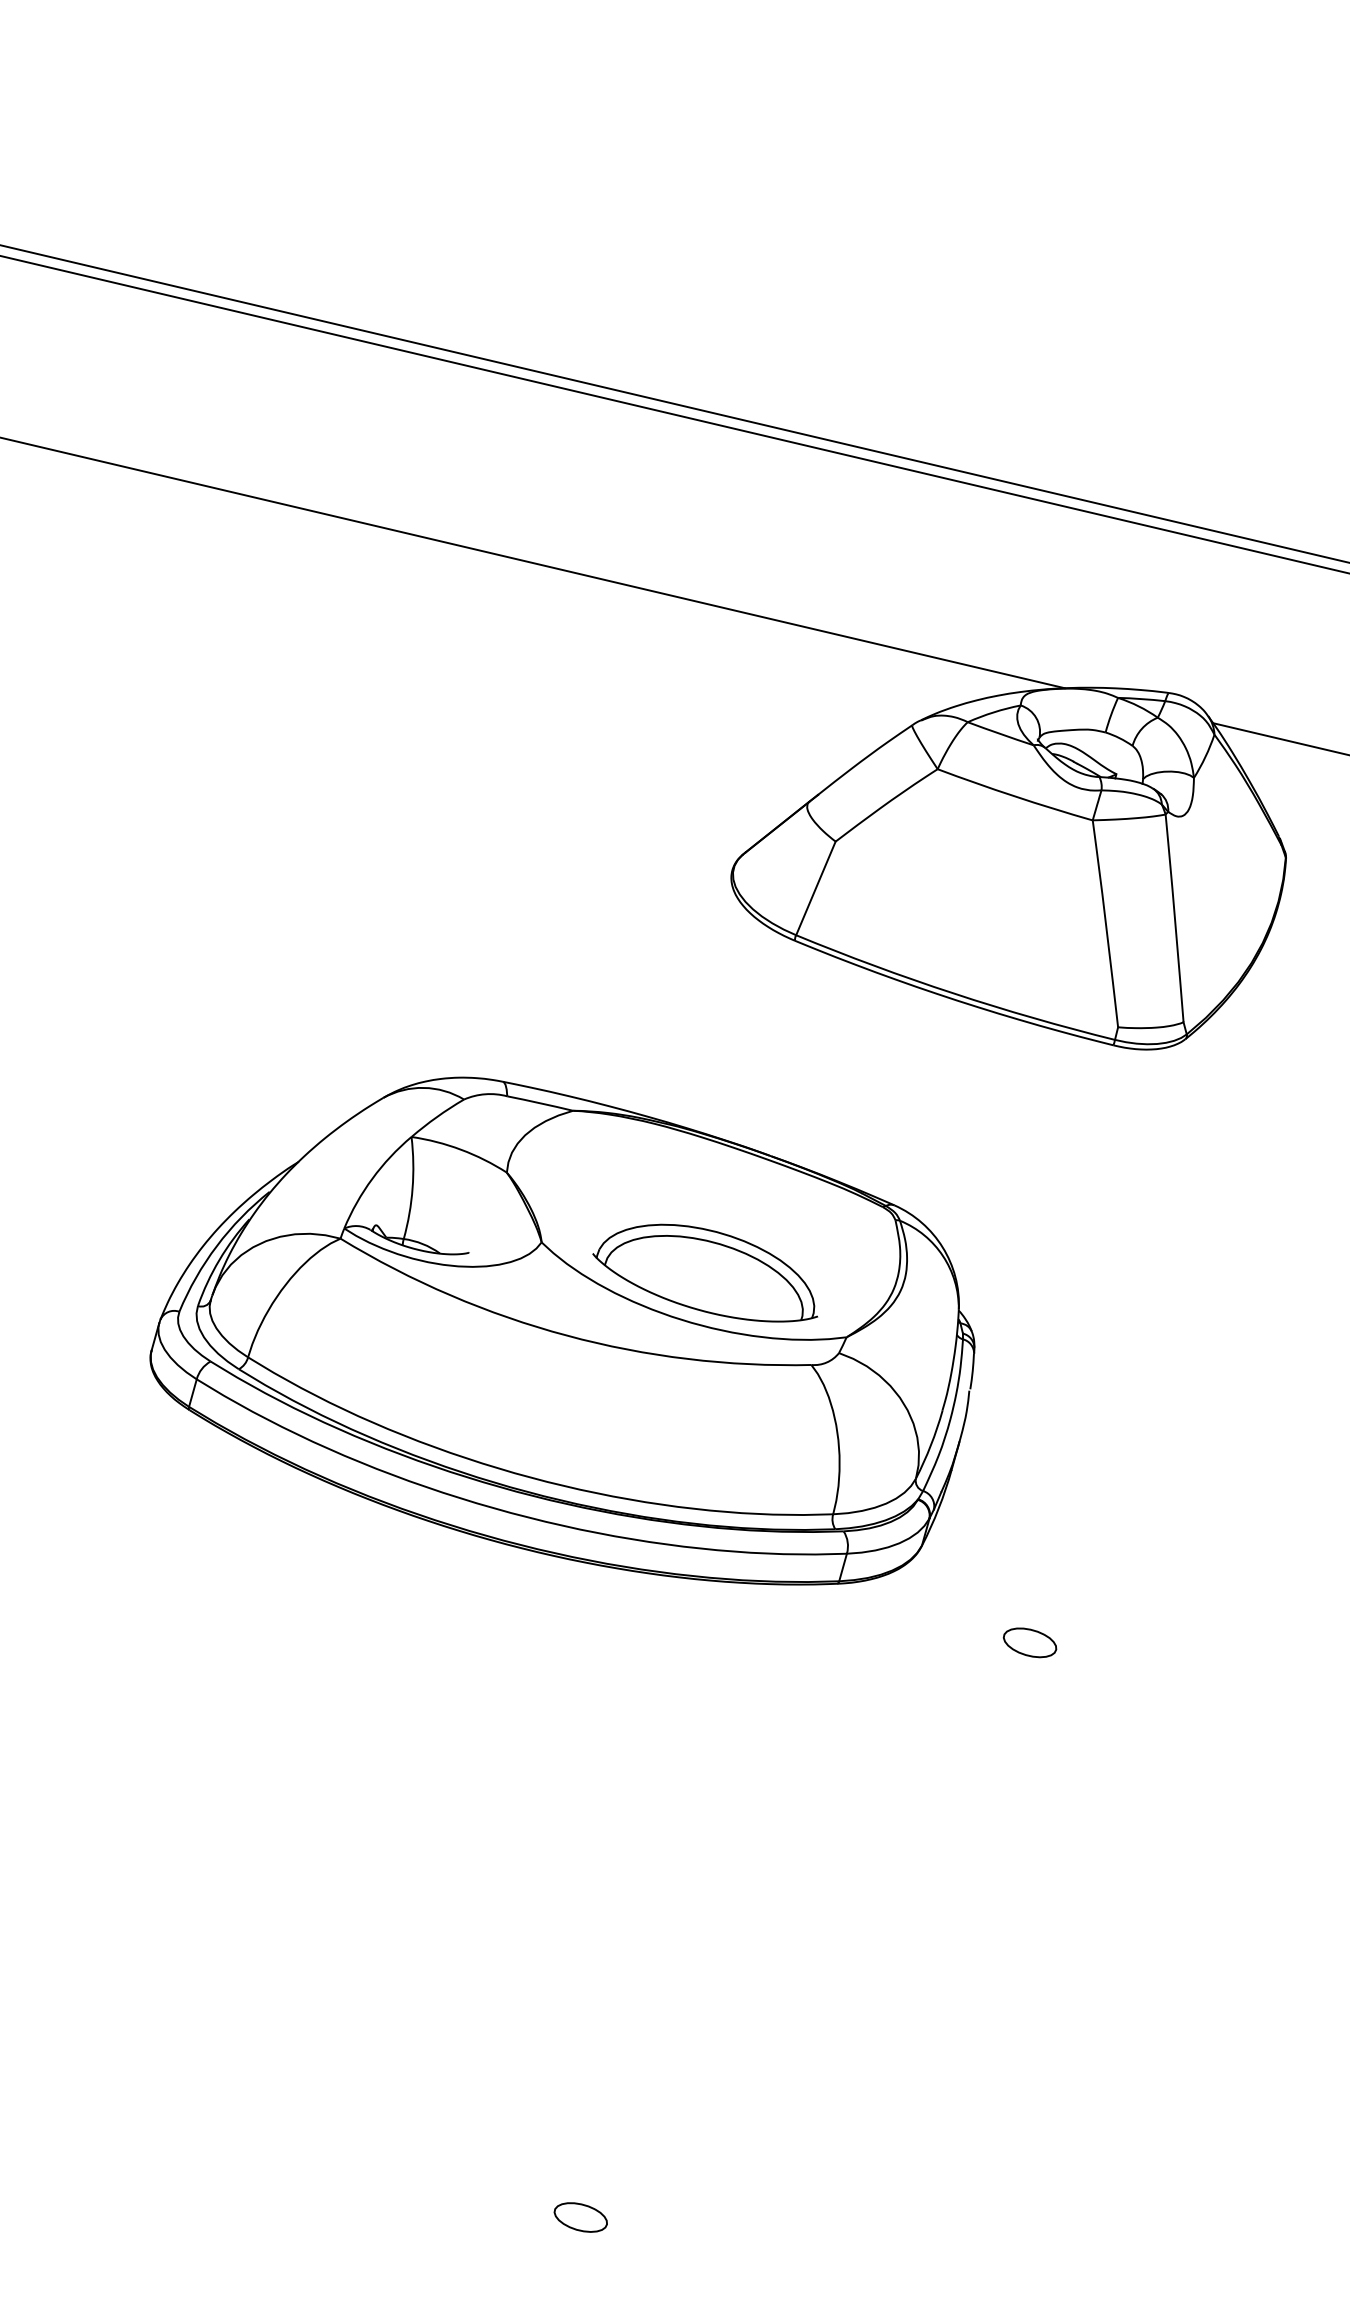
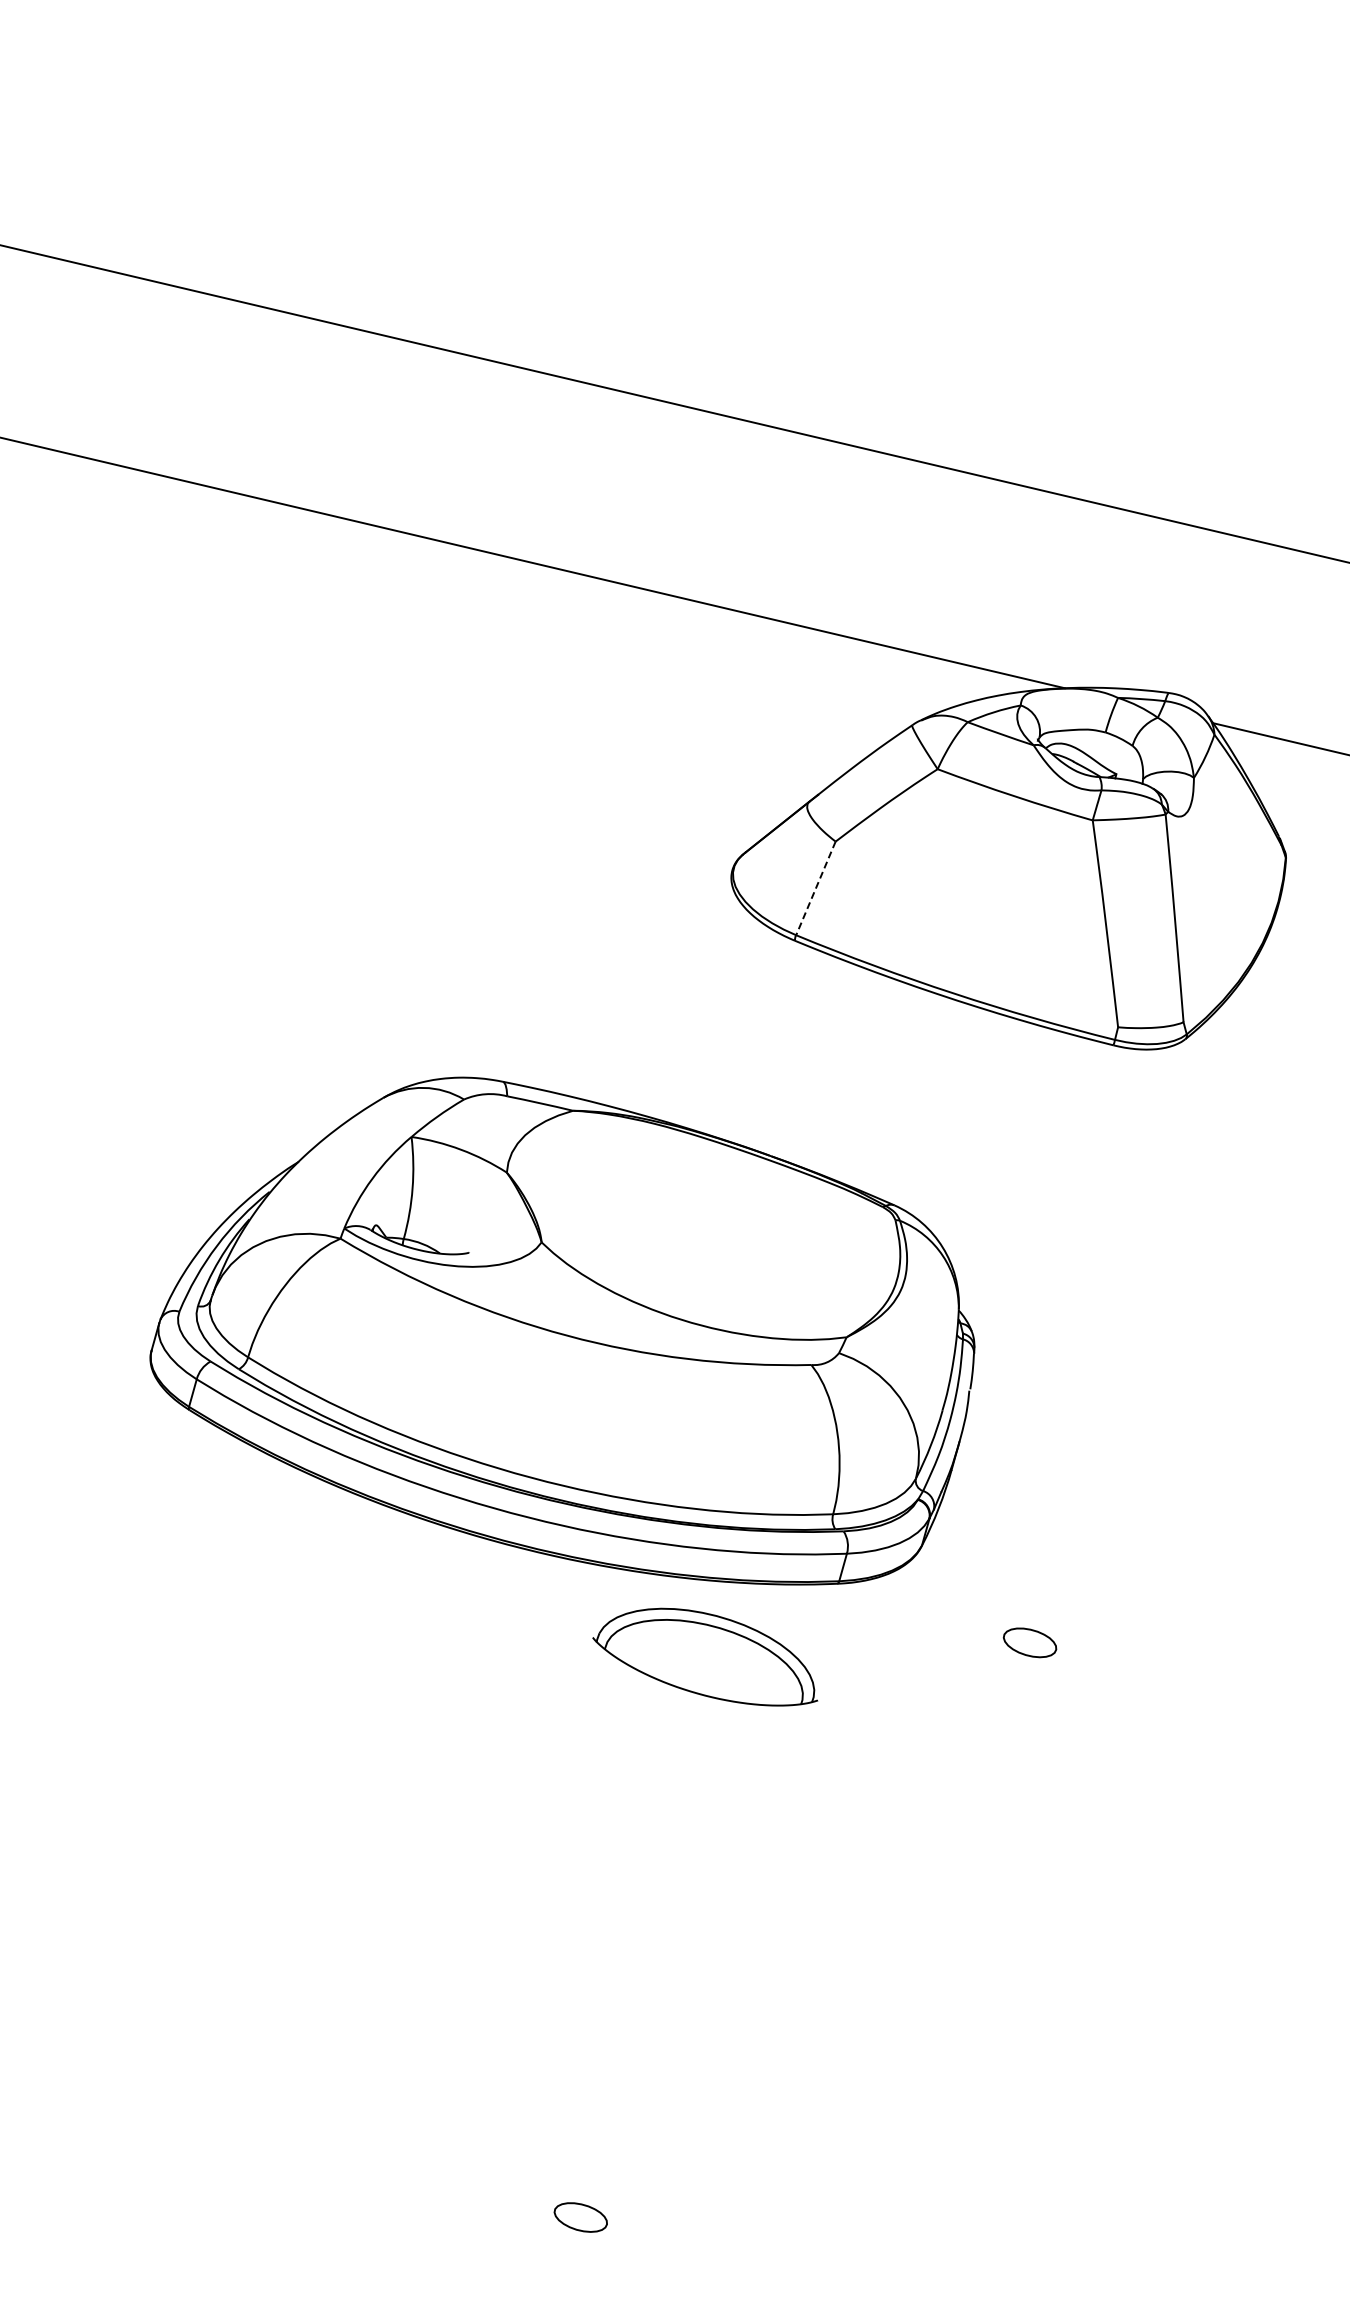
line at (674, 414): present -> none
line at (815, 888): solid -> dashed
part at (705, 1272) position: (705, 1272) -> (705, 1656)
